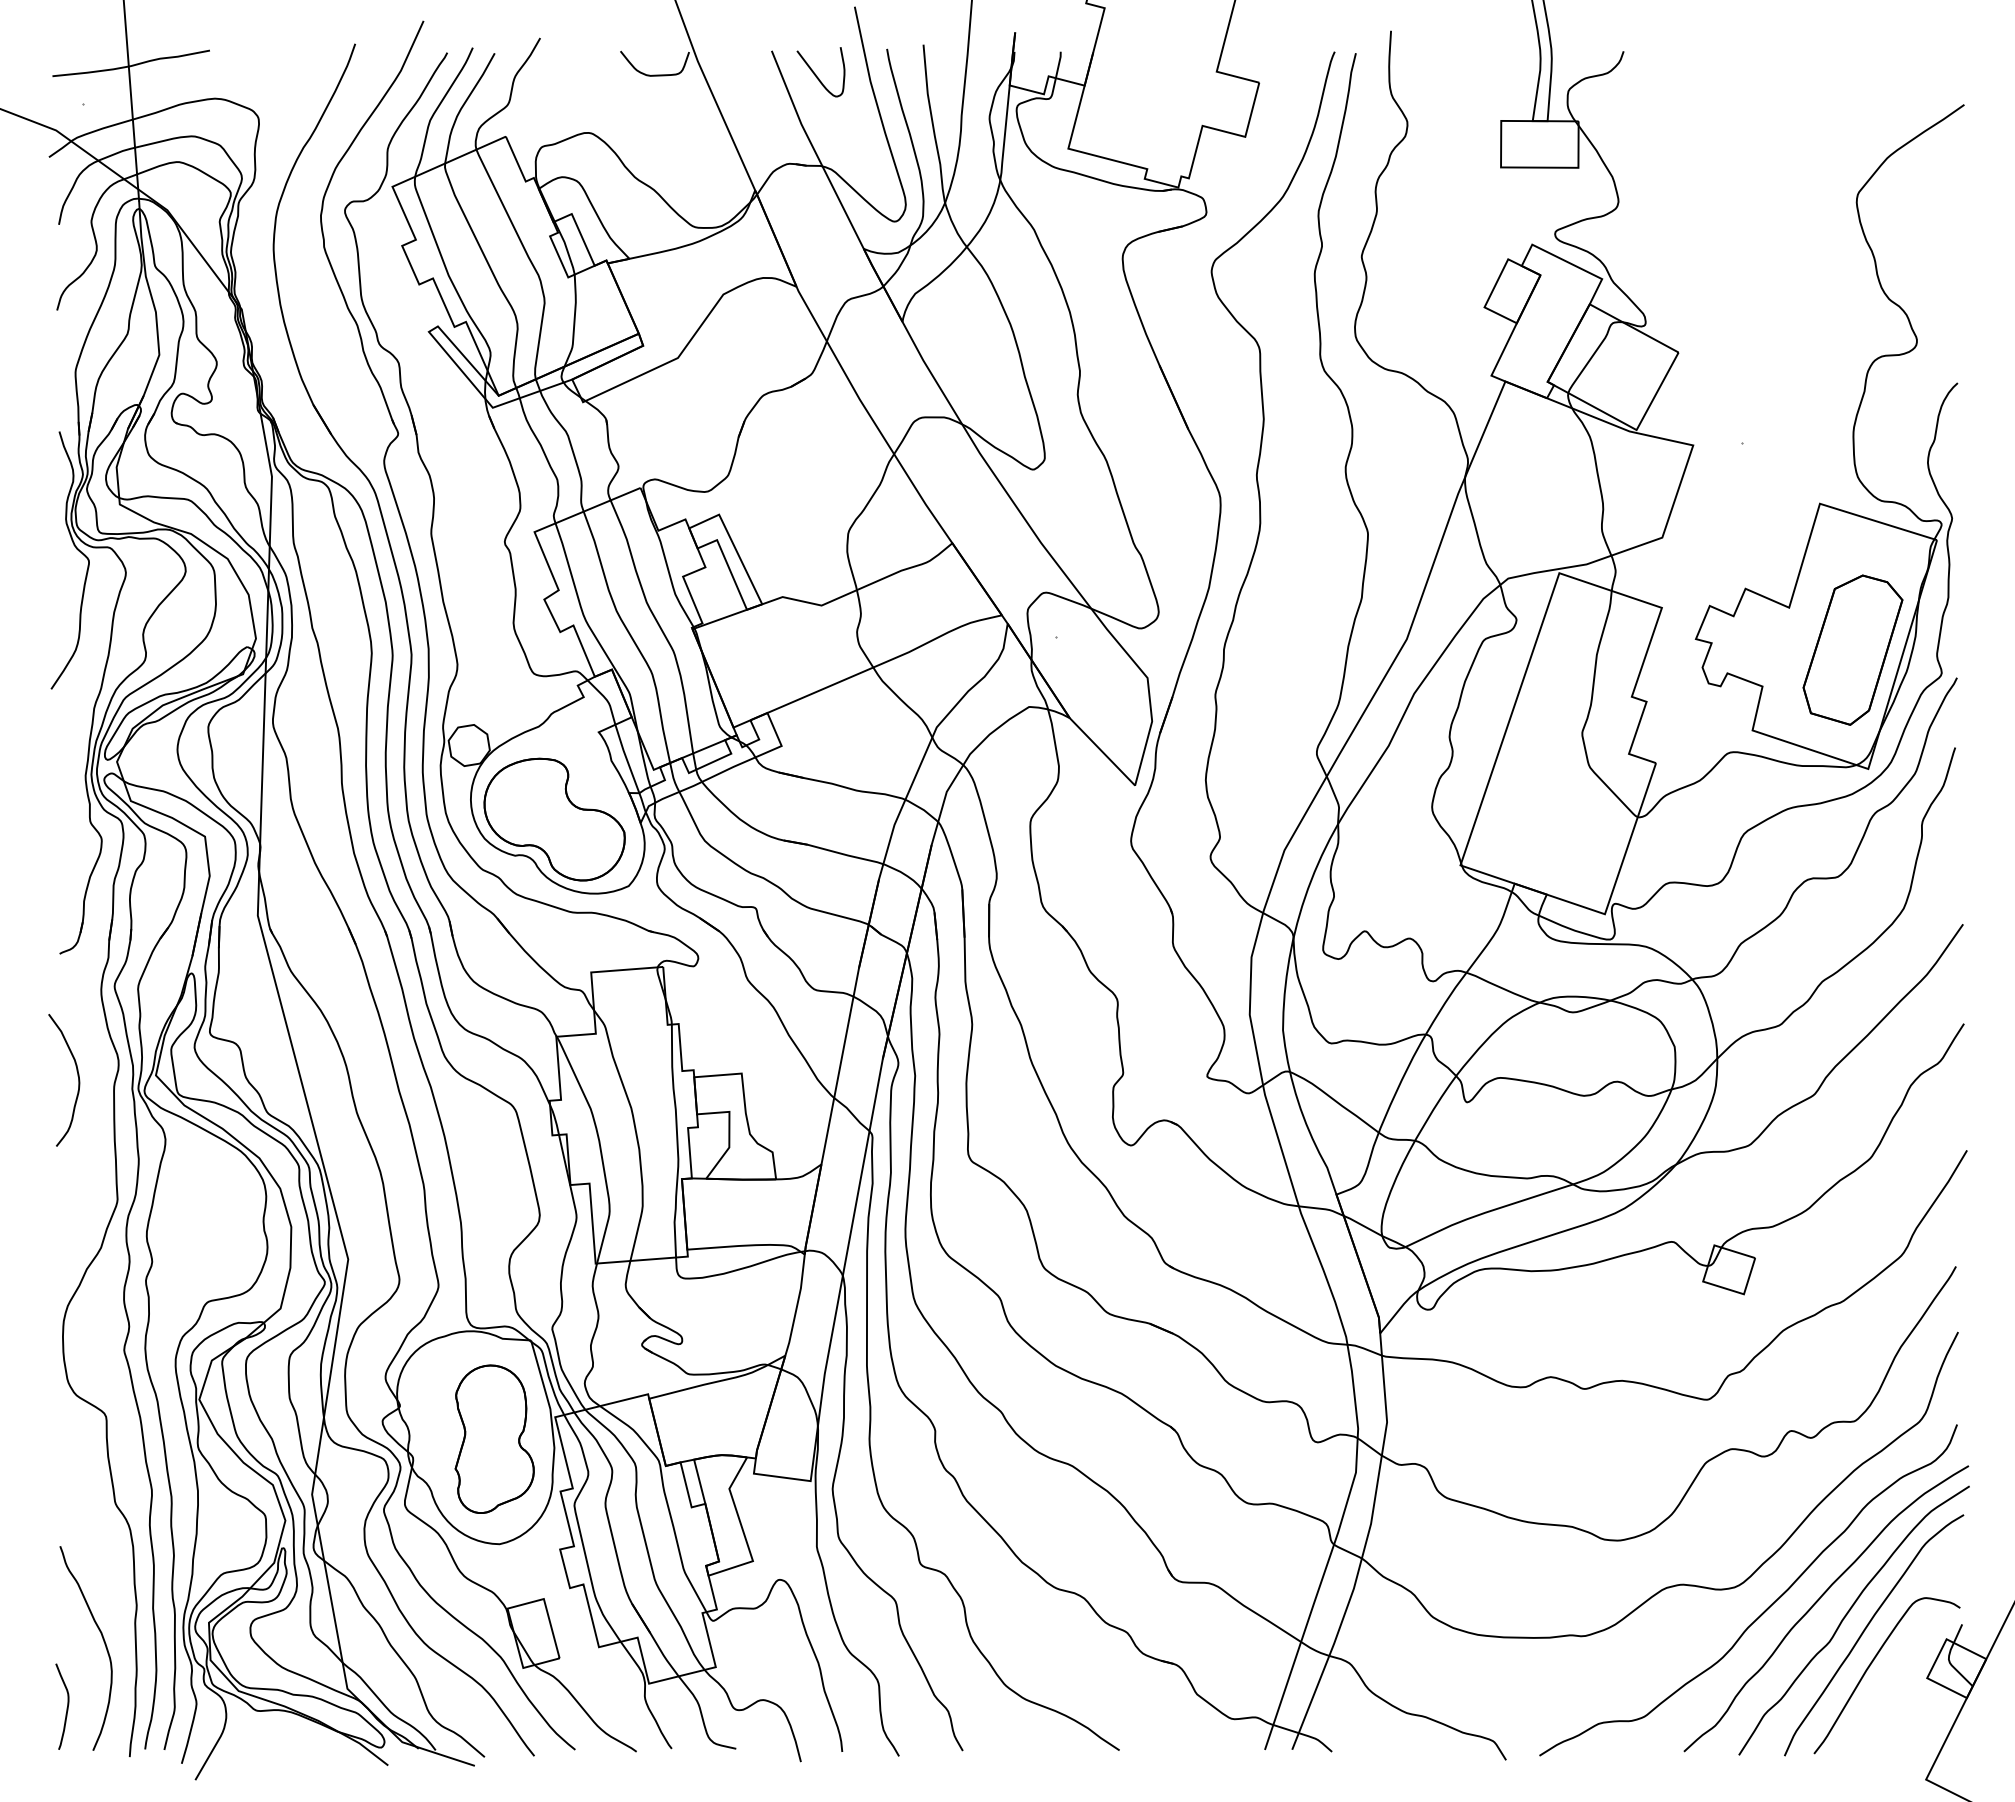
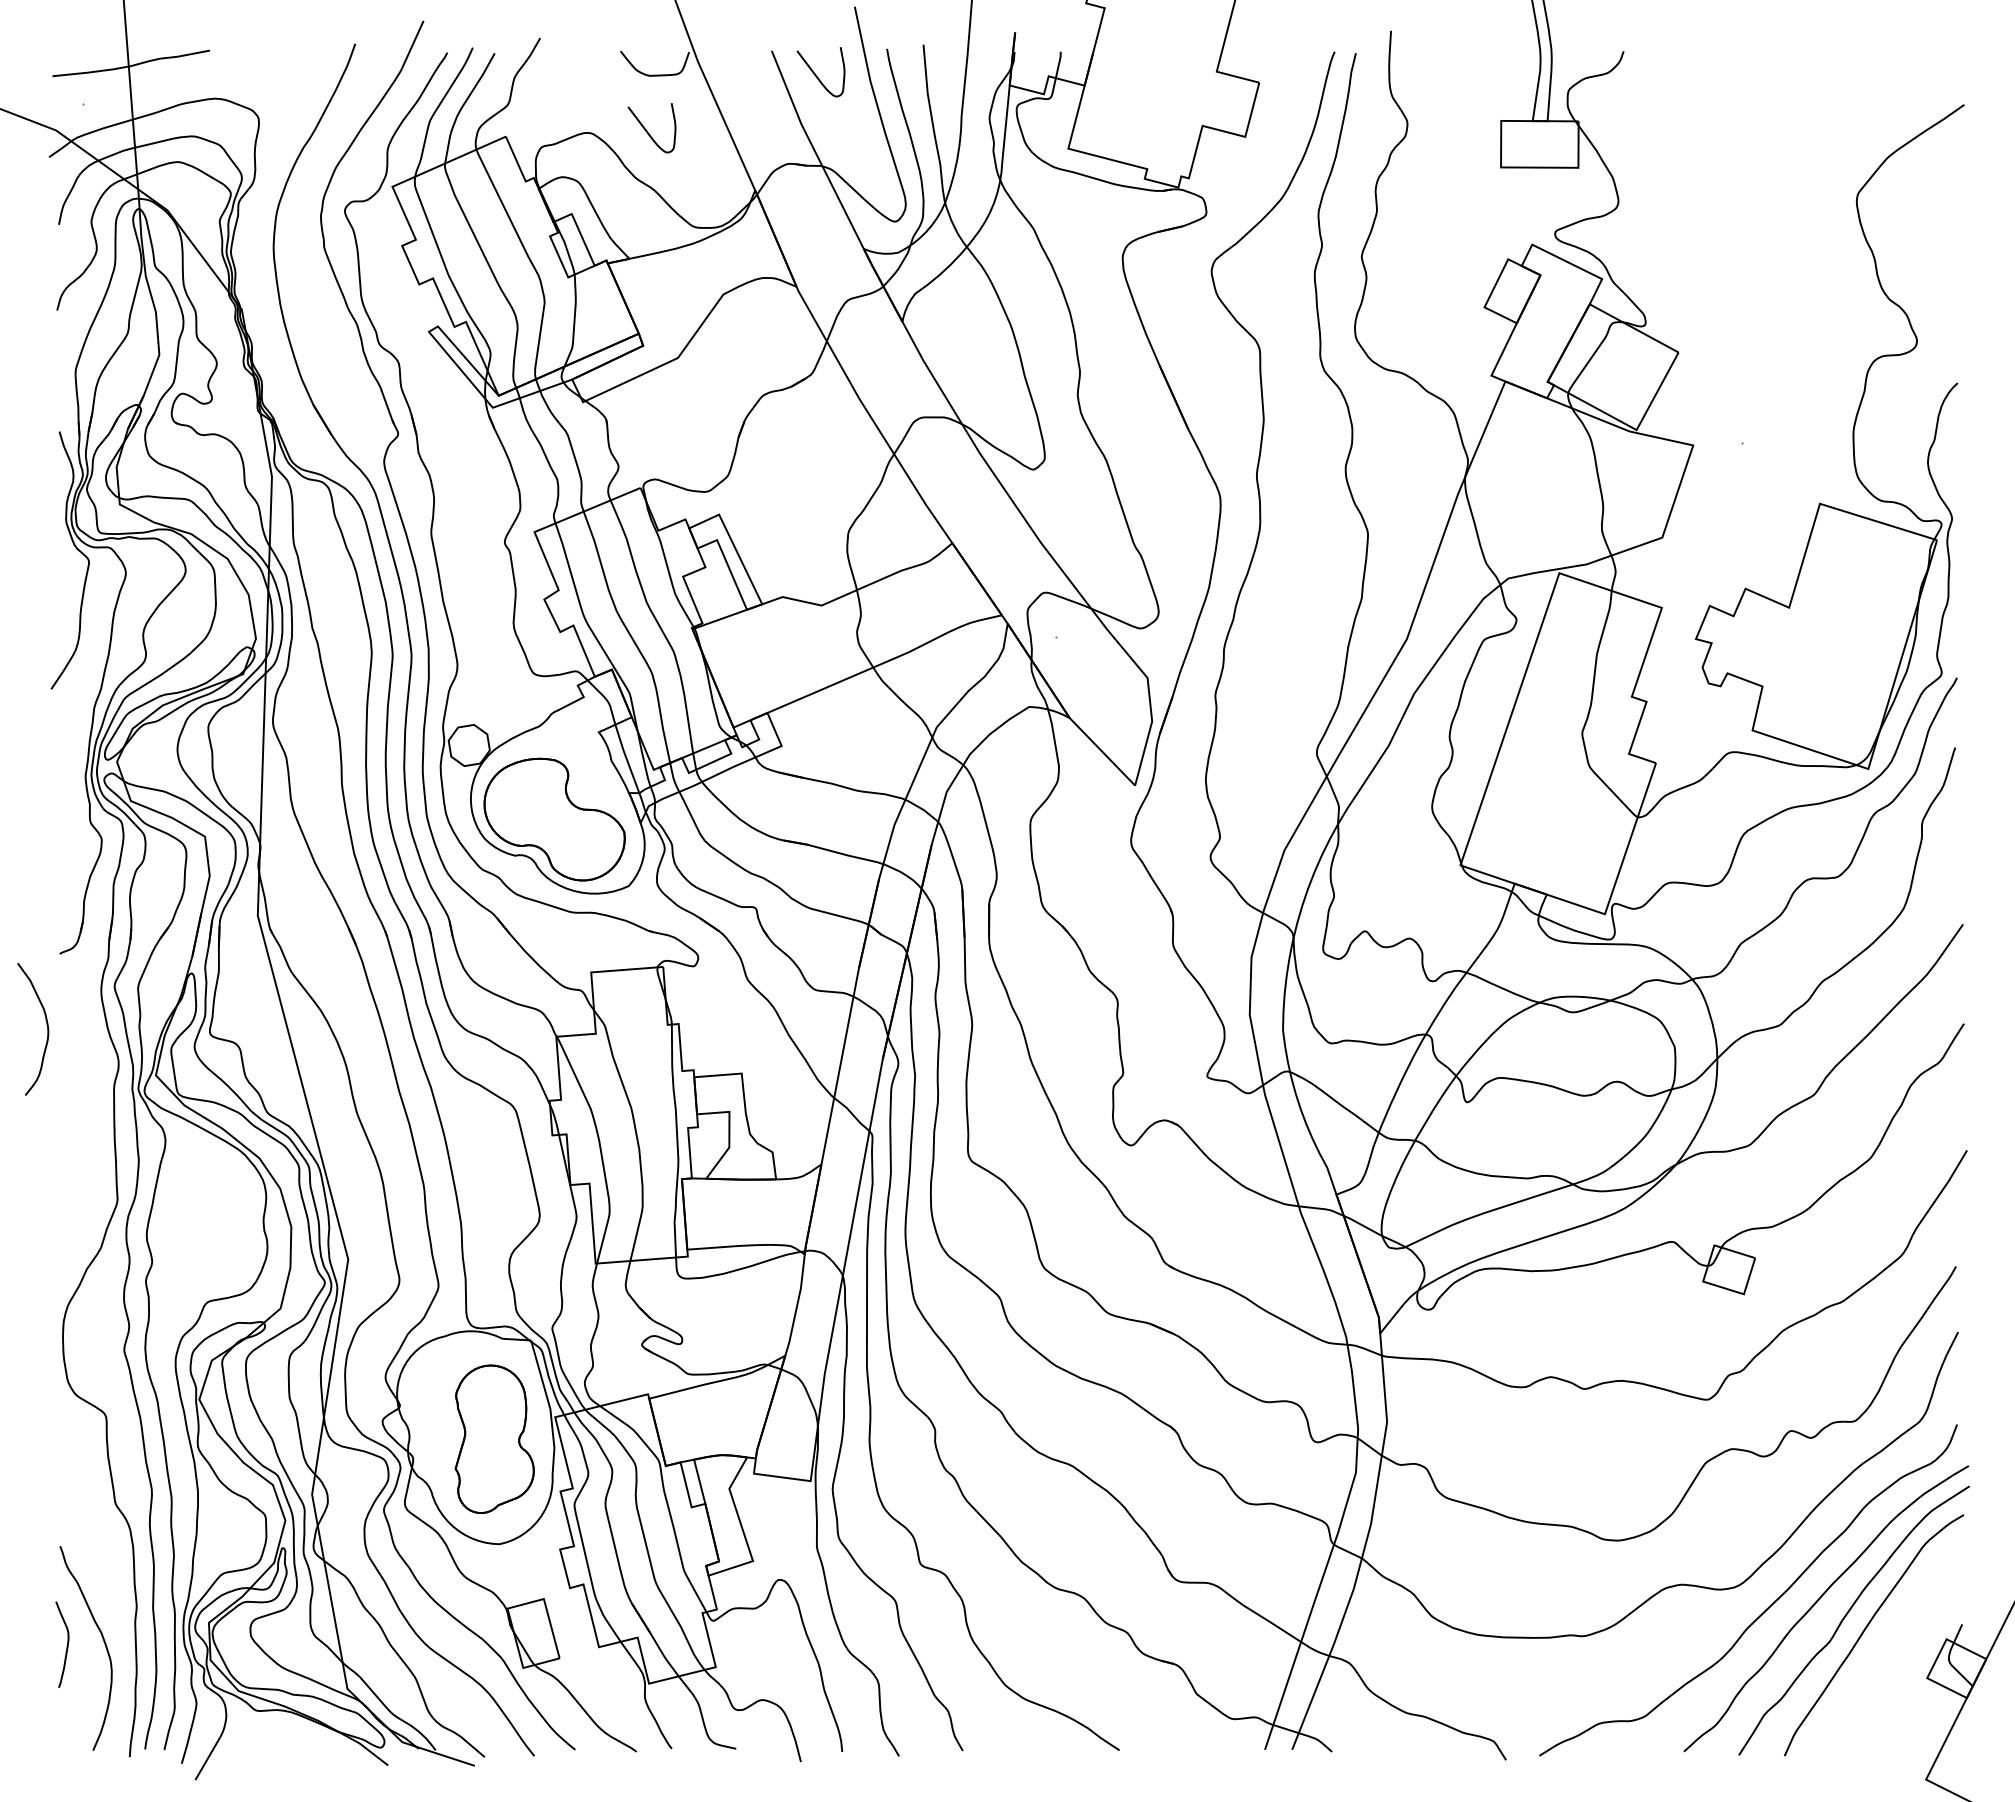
curve at (647, 130): none -> present
part at (1852, 649): present -> none
curve at (77, 1076) position: (77, 1076) -> (46, 1025)
curve at (1870, 1666): present -> none
curve at (66, 1707) position: (66, 1707) -> (66, 1645)
